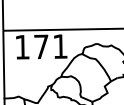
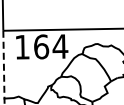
text at (51, 46): 171 -> 164
line at (3, 67): solid -> dashed
